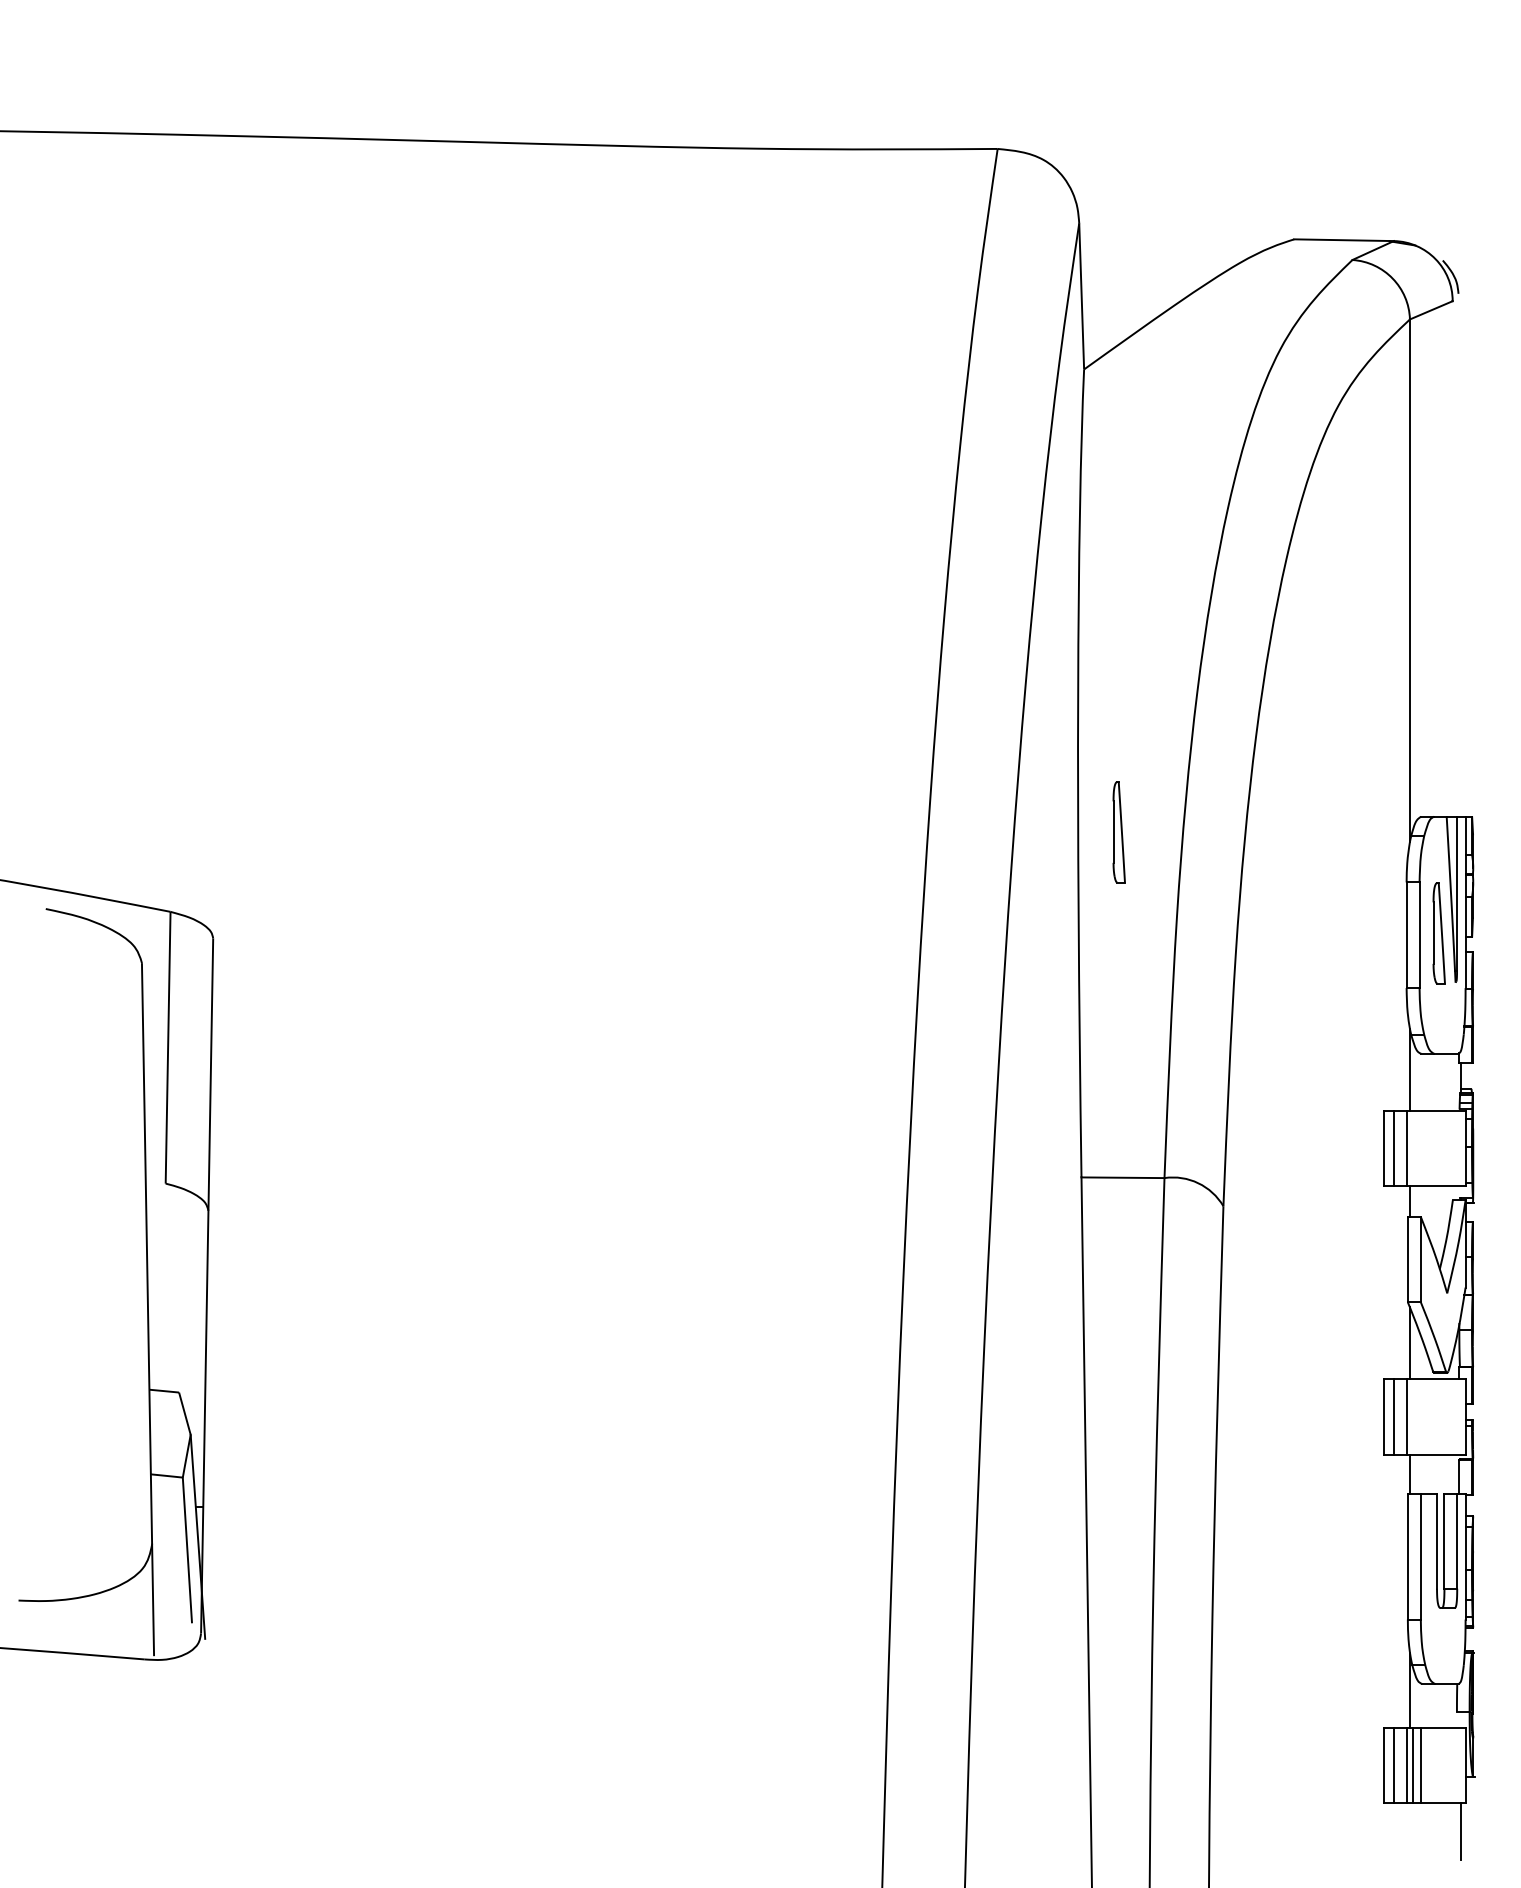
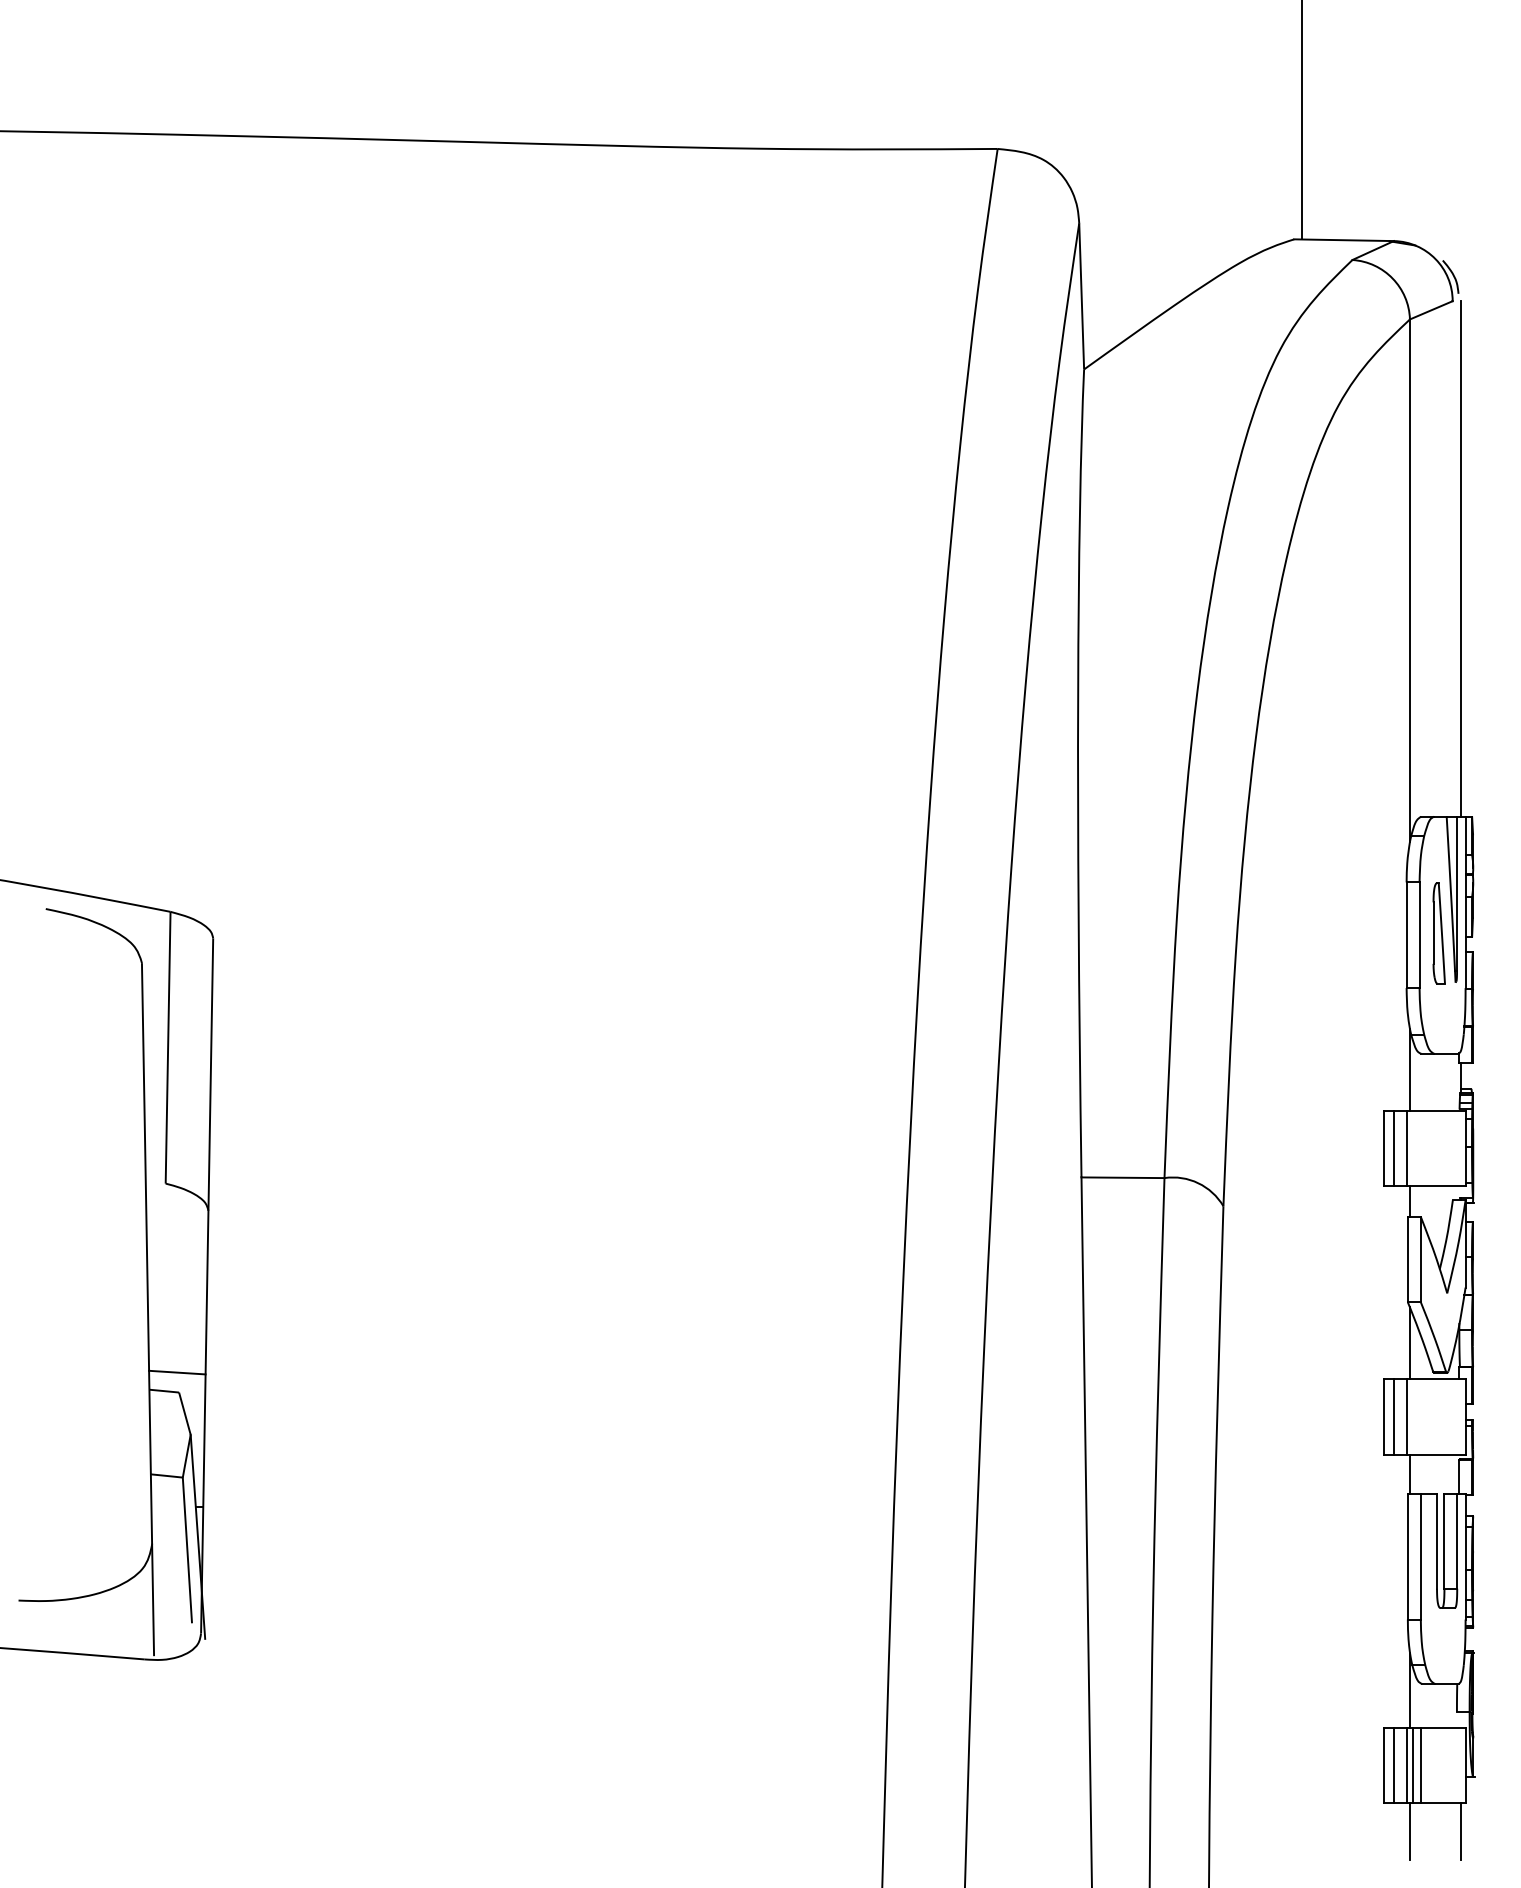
line at (1302, 120): none -> present
line at (1460, 558): none -> present
part at (1118, 832): present -> none
line at (177, 1372): none -> present
line at (1409, 1831): none -> present
